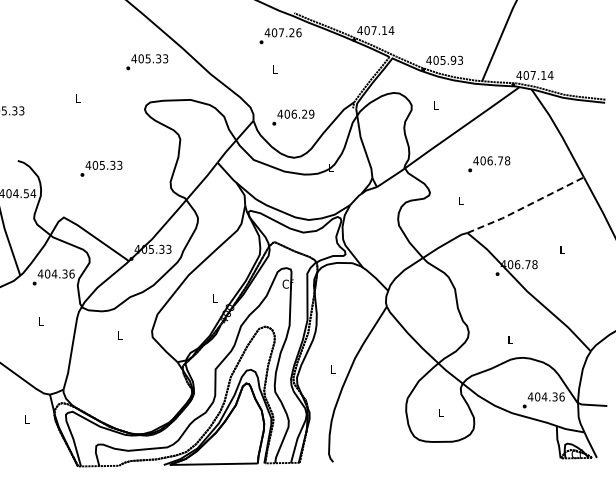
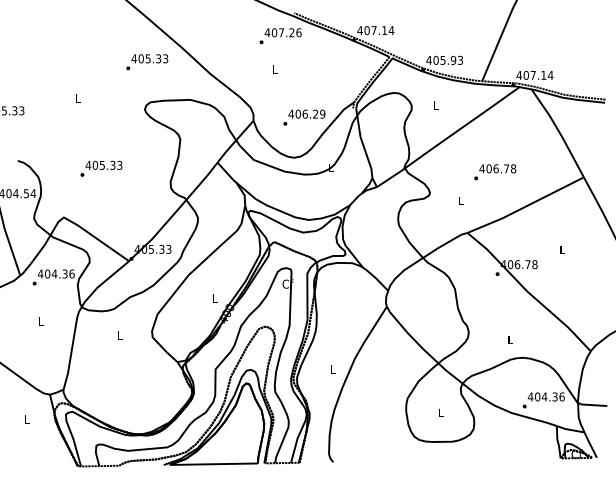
text at (293, 117) position: (293, 117) -> (304, 117)
text at (489, 164) position: (489, 164) -> (495, 172)
line at (525, 206): dashed -> solid
